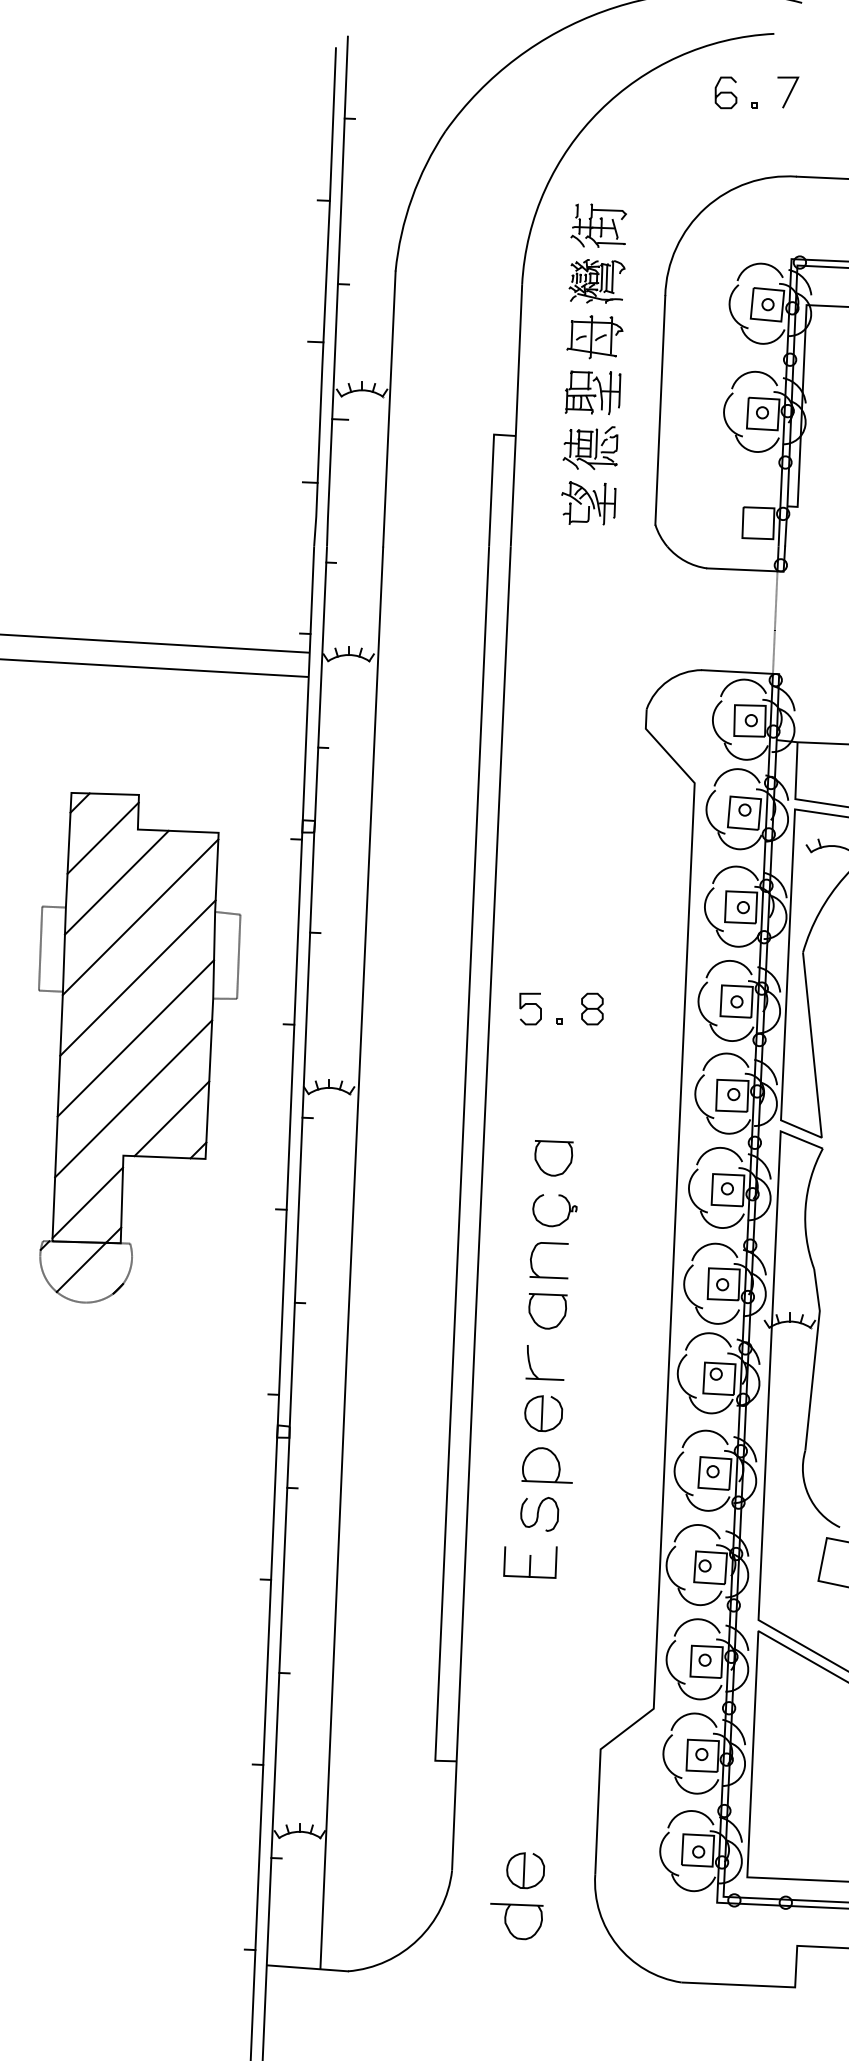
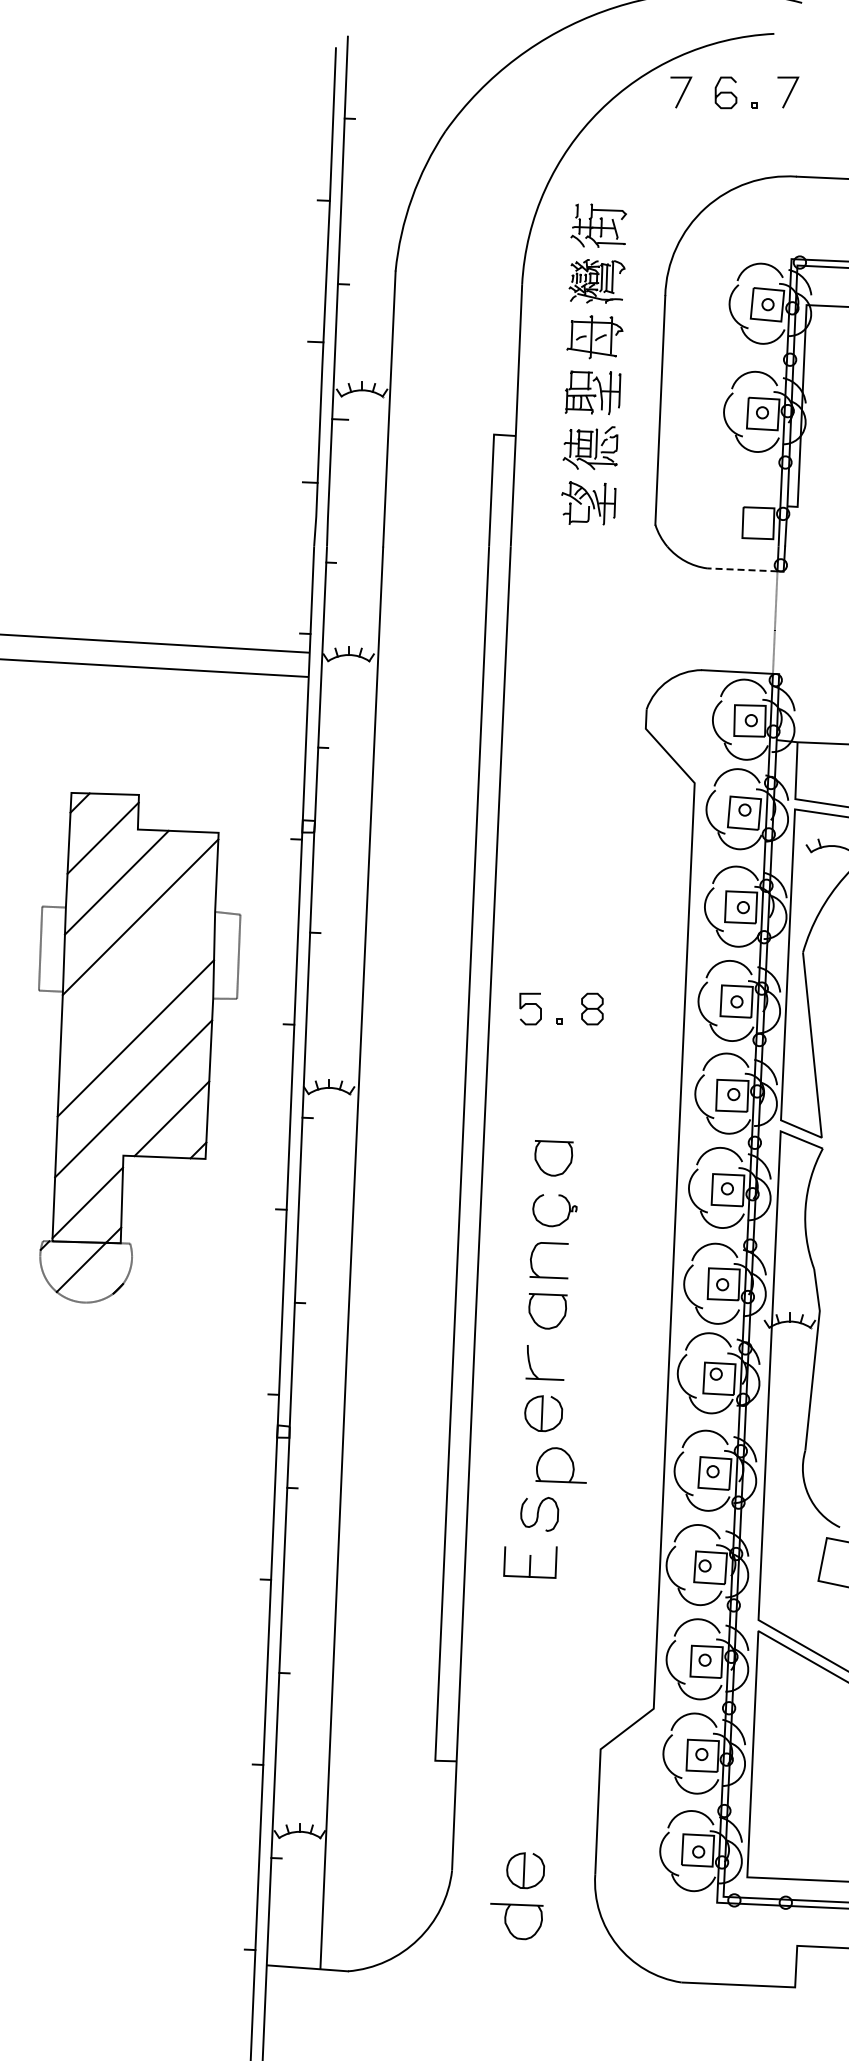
line at (682, 92): none -> present
line at (741, 569): solid -> dashed
line at (137, 977): present -> none
part at (546, 1465) position: (546, 1465) -> (560, 1465)
